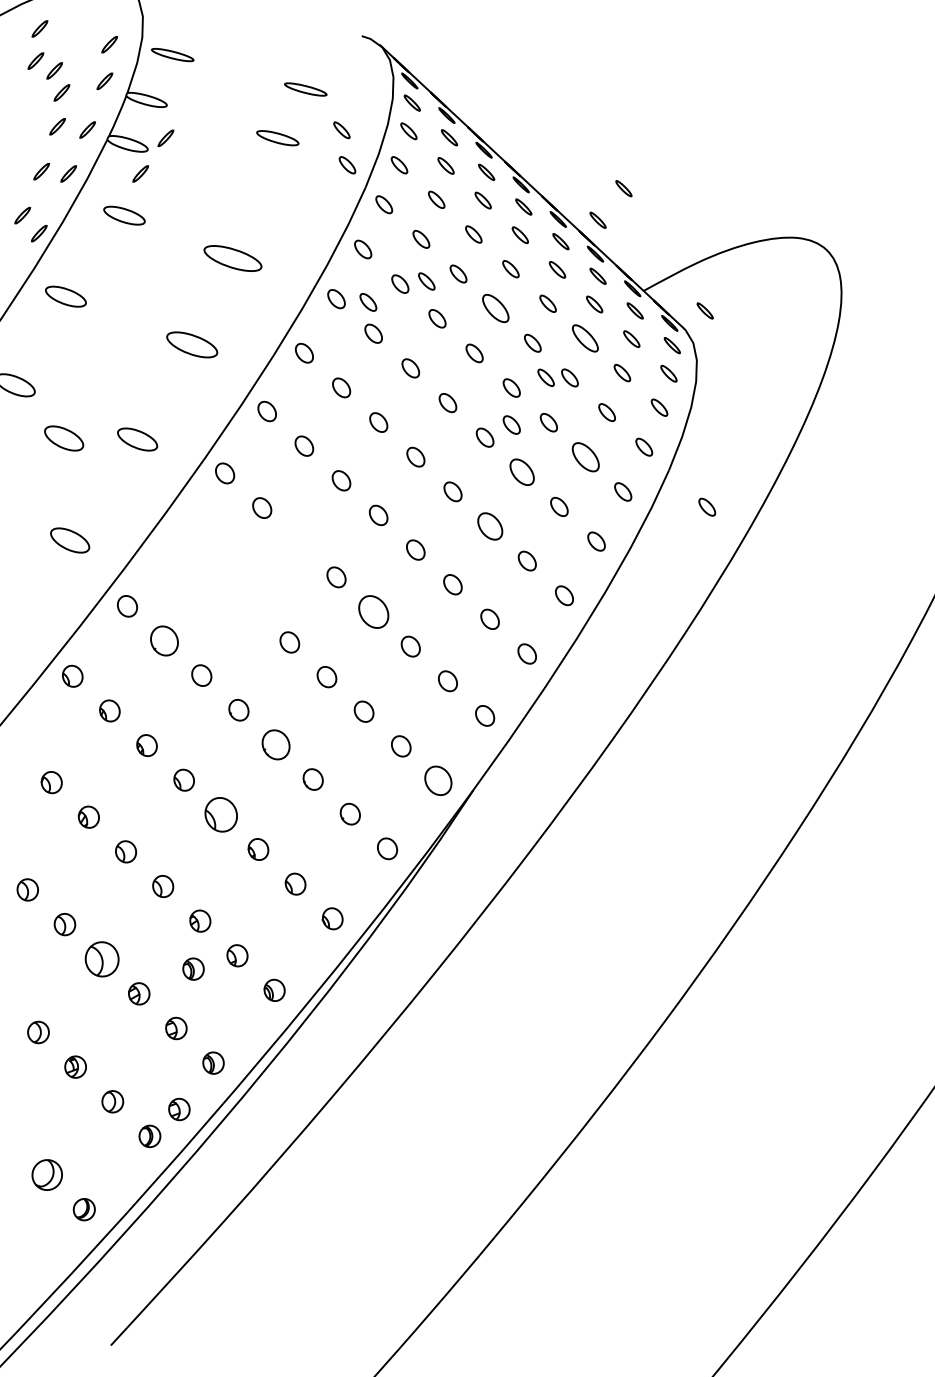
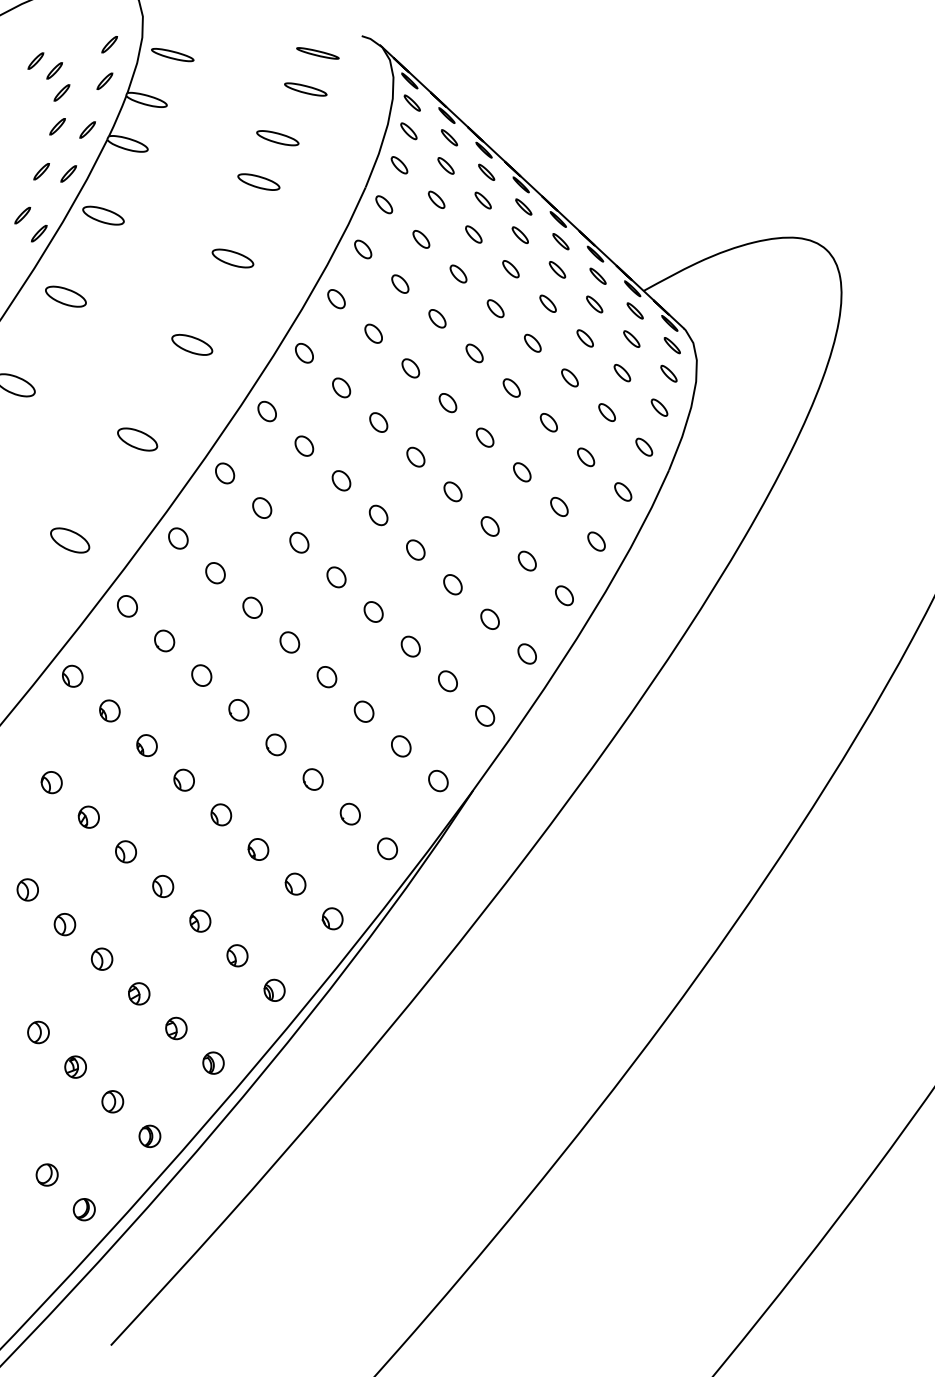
part at (39, 28): present -> none
part at (317, 53): none -> present
part at (341, 130): present -> none
part at (165, 137): present -> none
part at (347, 165): present -> none
part at (140, 173): present -> none
part at (258, 181): none -> present
part at (623, 188): present -> none
part at (124, 215) position: (124, 215) -> (103, 215)
part at (597, 219): present -> none
part at (232, 258) size: 60x27 px -> 44x21 px
part at (426, 281): present -> none
part at (368, 302): present -> none
part at (495, 308) size: 28x30 px -> 19x20 px
part at (704, 310): present -> none
part at (585, 338) size: 27x29 px -> 18x19 px
part at (192, 344) size: 53x28 px -> 43x22 px
part at (545, 377): present -> none
part at (511, 424): present -> none
part at (64, 438): present -> none
part at (585, 457) size: 29x31 px -> 19x21 px
part at (521, 471) size: 26x28 px -> 19x21 px
part at (707, 506): present -> none
part at (490, 526) size: 27x29 px -> 20x21 px
part at (178, 538): none -> present
part at (299, 542): none -> present
part at (215, 573): none -> present
part at (252, 607): none -> present
part at (373, 611) size: 32x34 px -> 21x22 px
part at (164, 640) size: 29x32 px -> 22x24 px
part at (275, 744) size: 30x32 px -> 22x24 px
part at (438, 780) size: 29x31 px -> 21x23 px
part at (220, 814) size: 34x36 px -> 23x24 px
part at (101, 959) size: 36x37 px -> 24x24 px
part at (193, 968): present -> none
part at (179, 1109): present -> none
part at (46, 1174) size: 32x32 px -> 24x24 px
